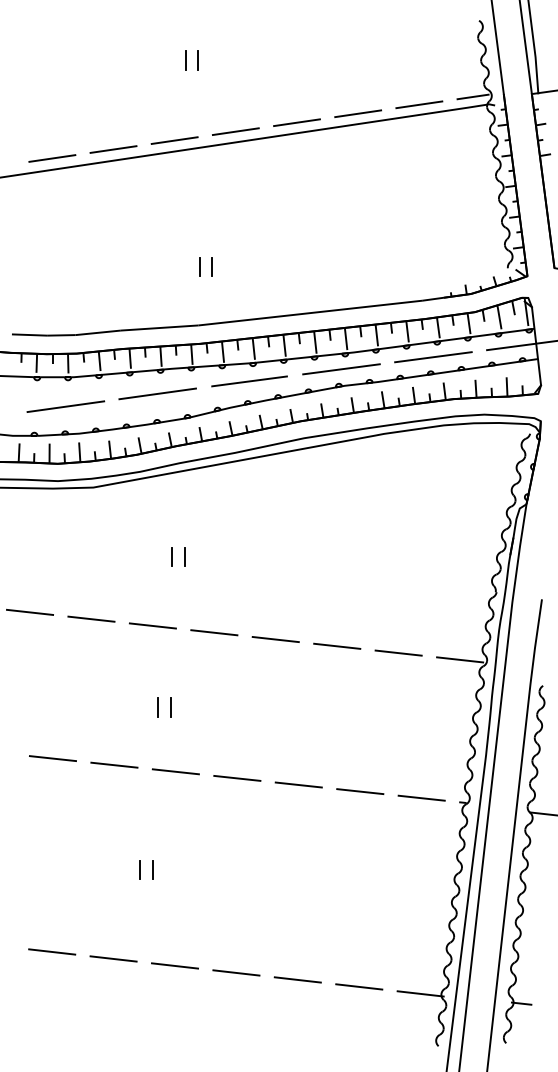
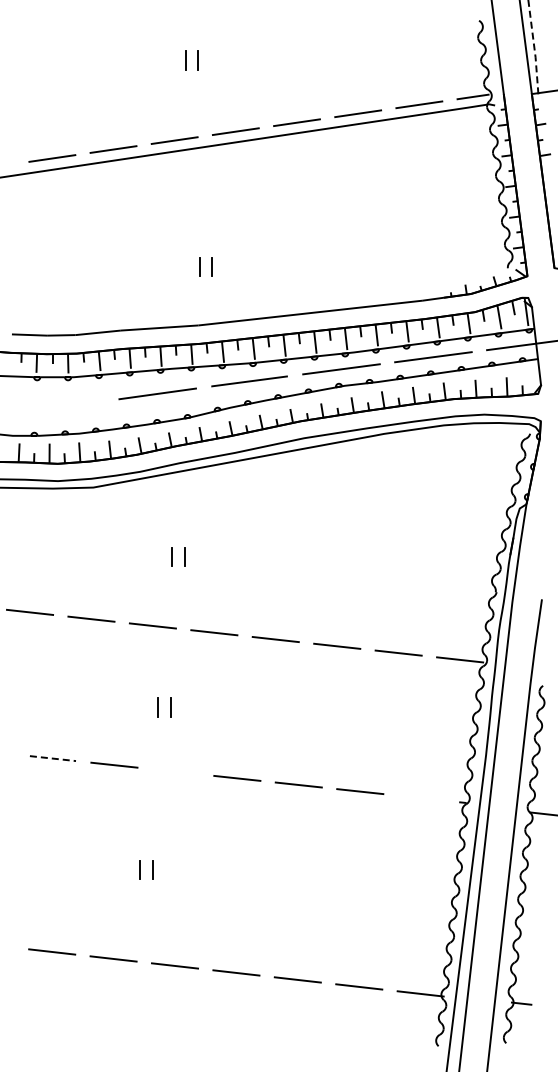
line at (534, 48): solid -> dashed
line at (65, 406): present -> none
line at (53, 758): solid -> dashed
line at (175, 771): present -> none
line at (421, 797): present -> none
